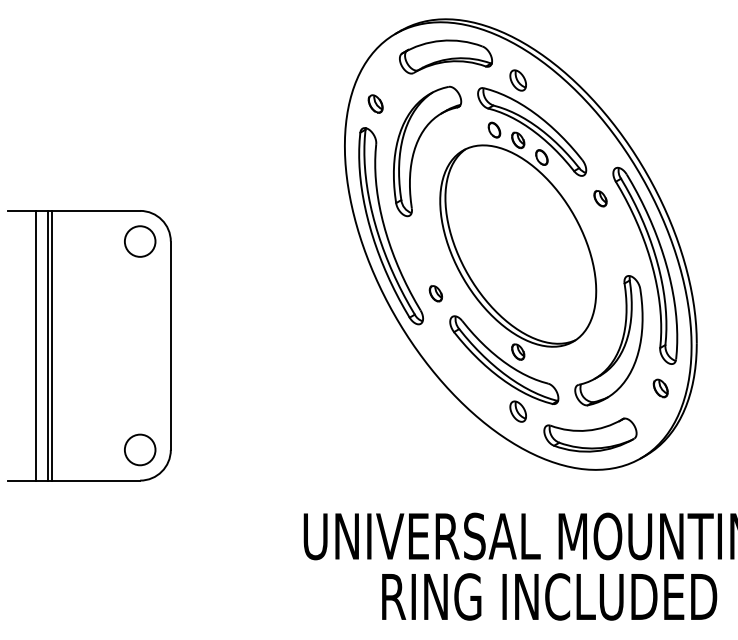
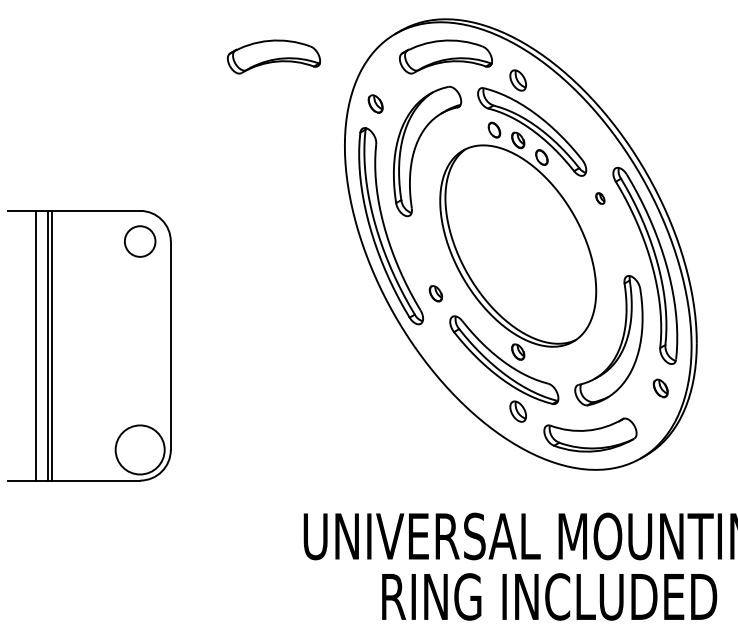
part at (273, 56): none -> present
part at (600, 198) size: 15x18 px -> 11x13 px
circle at (139, 449) diameter: 31 px -> 49 px
